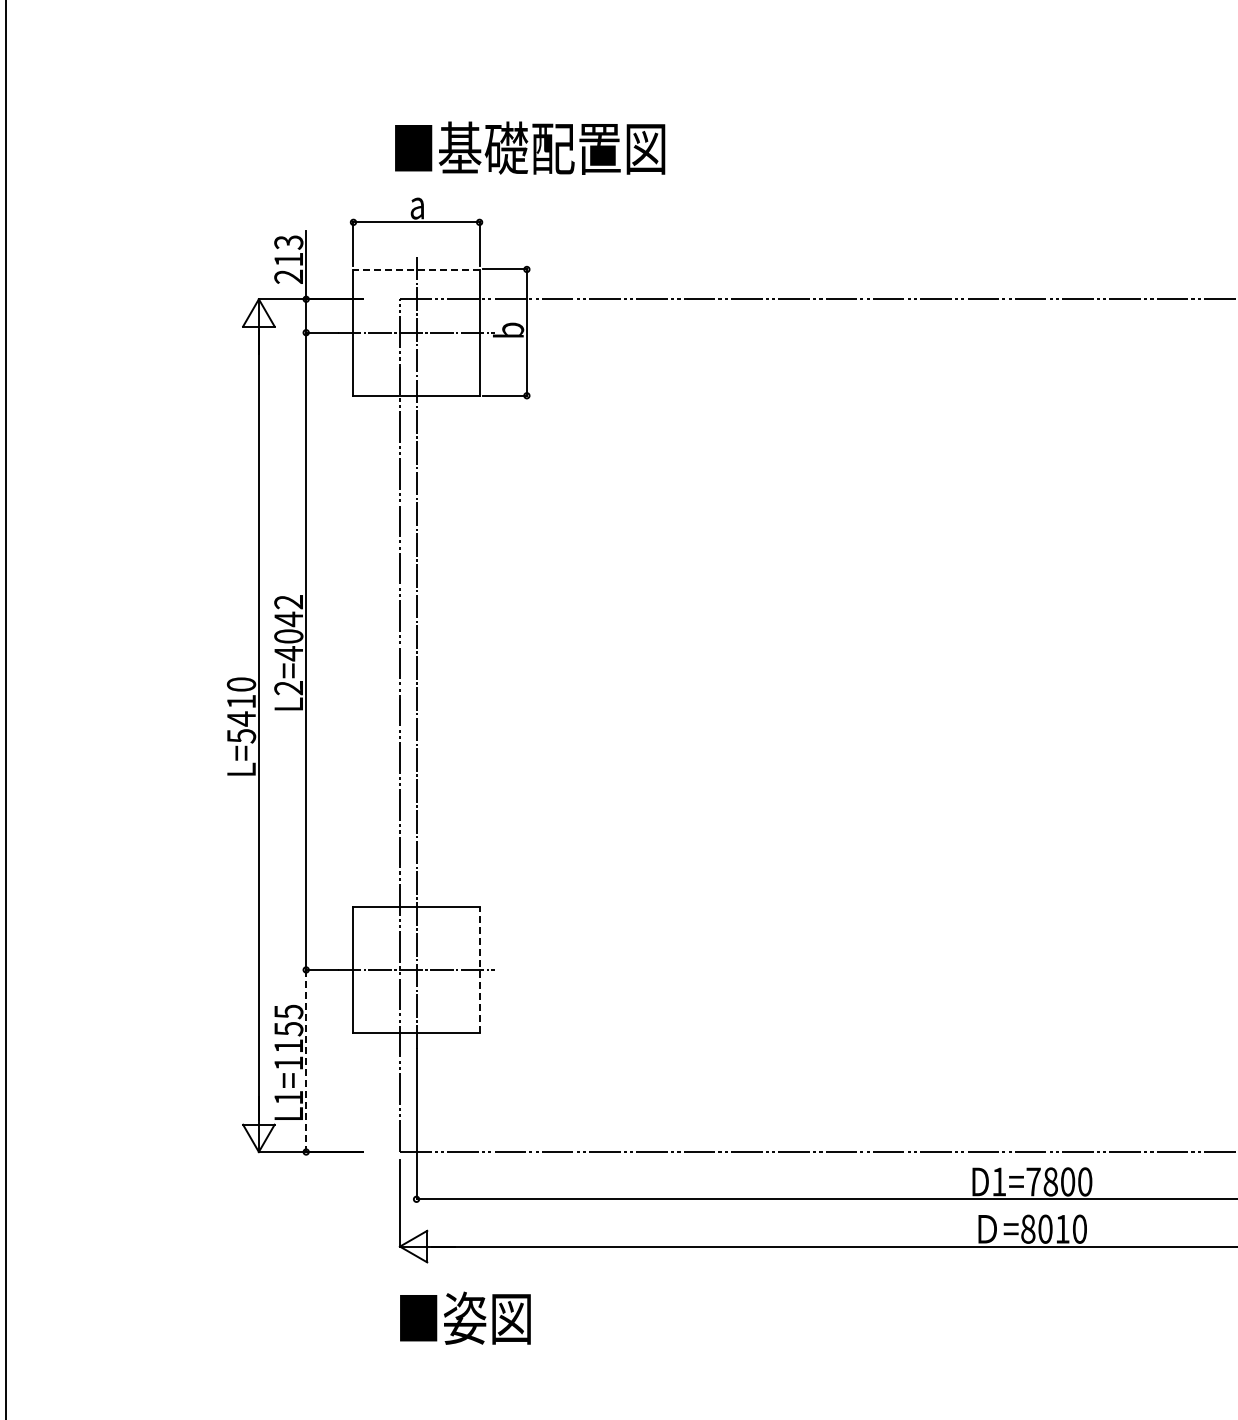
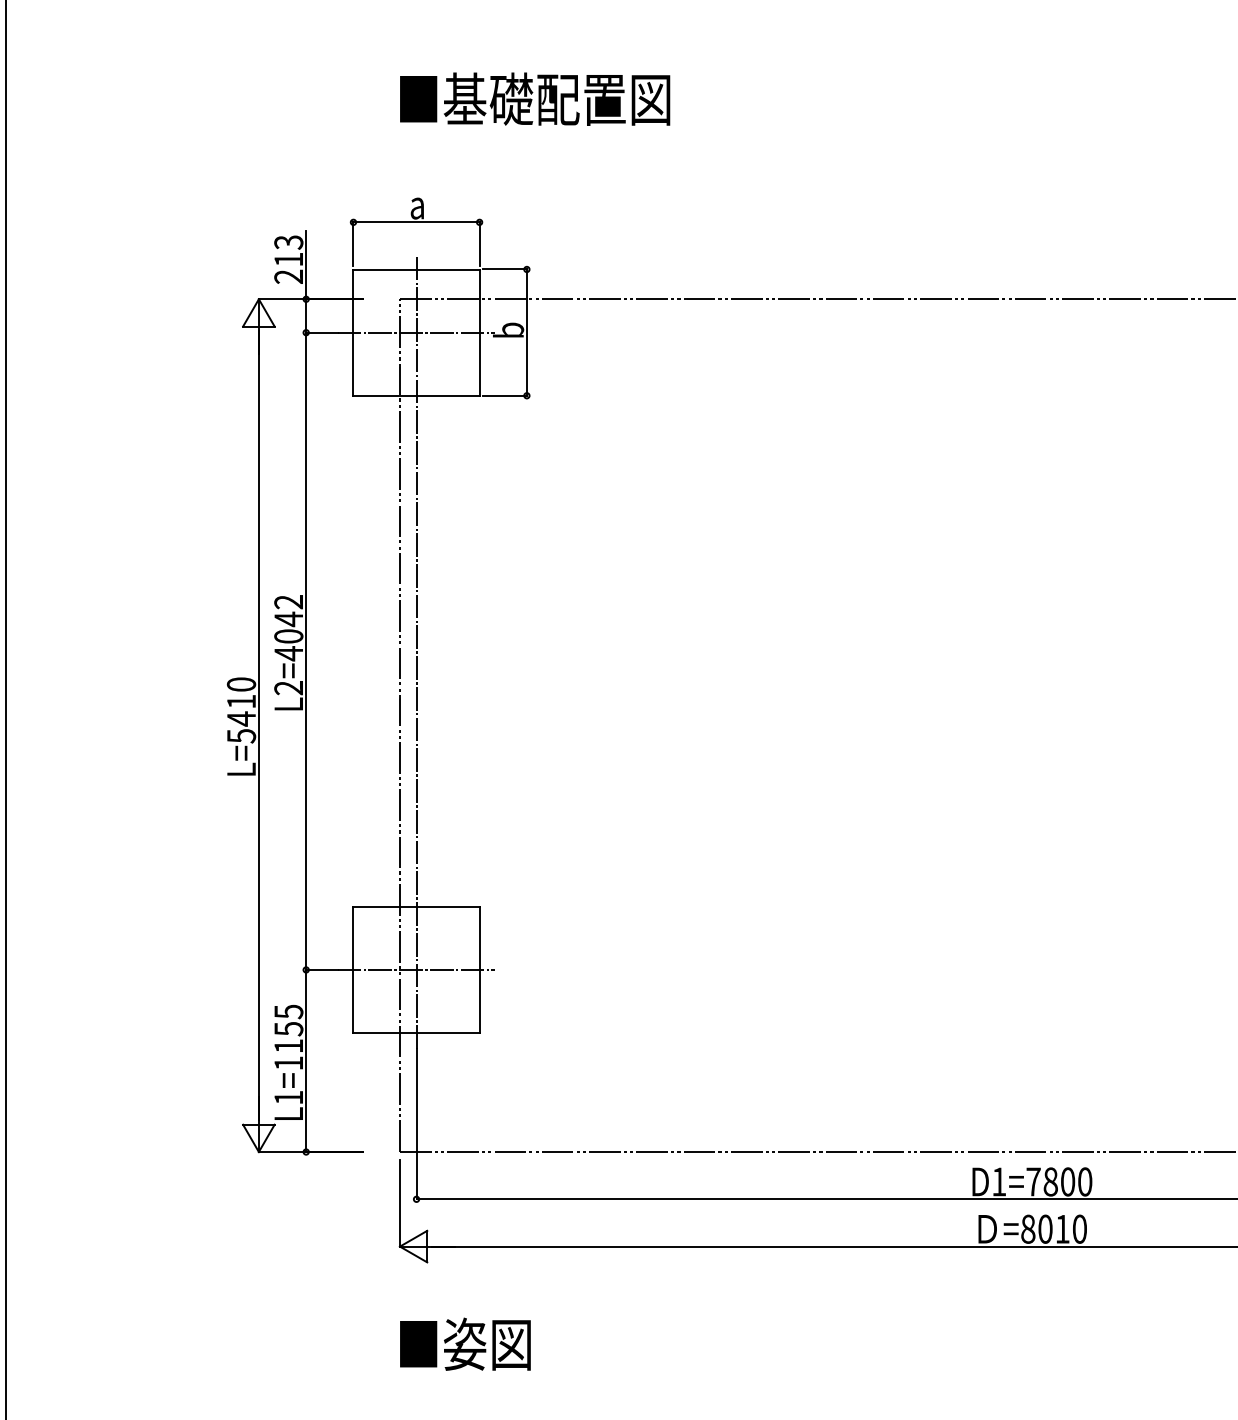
text at (530, 147) position: (530, 147) -> (535, 98)
line at (416, 269): dashed -> solid
line at (479, 969): dashed -> solid
line at (306, 1061): dashed -> solid
text at (465, 1317) position: (465, 1317) -> (465, 1343)
